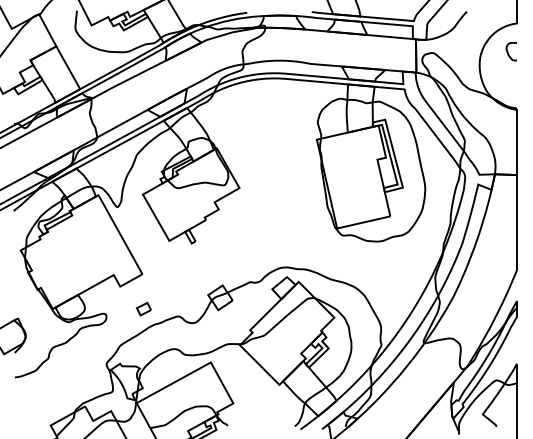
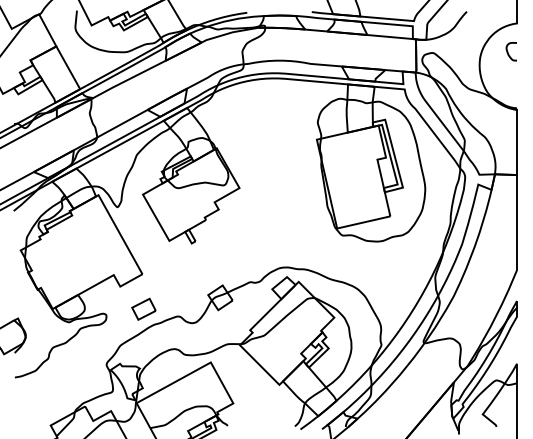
part at (143, 308) size: 16x16 px -> 26x24 px
